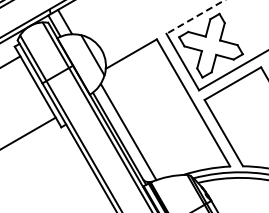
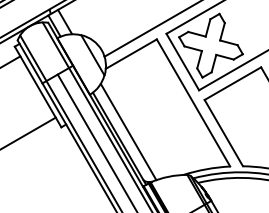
line at (195, 17): dashed -> solid
line at (151, 29): none -> present
line at (96, 141): none -> present
